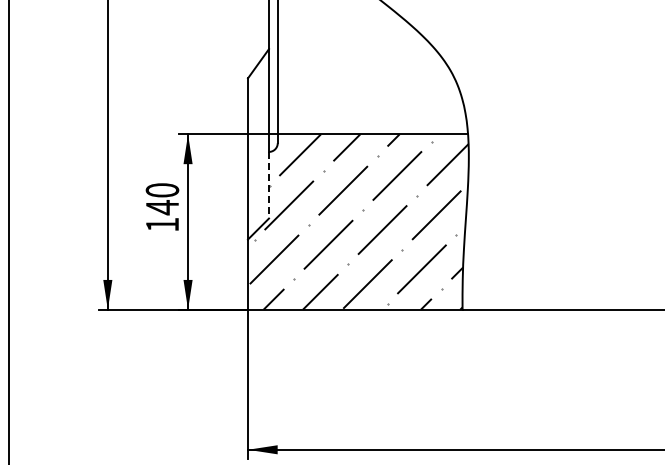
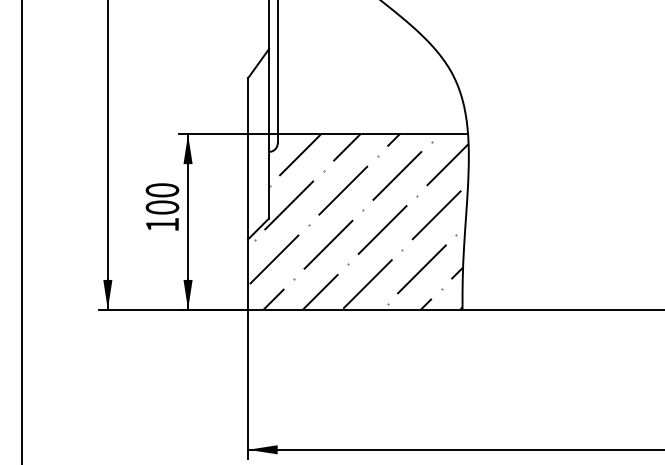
line at (269, 185): dashed -> solid
text at (162, 207): 140 -> 100
line at (8, 231) position: (8, 231) -> (21, 231)
